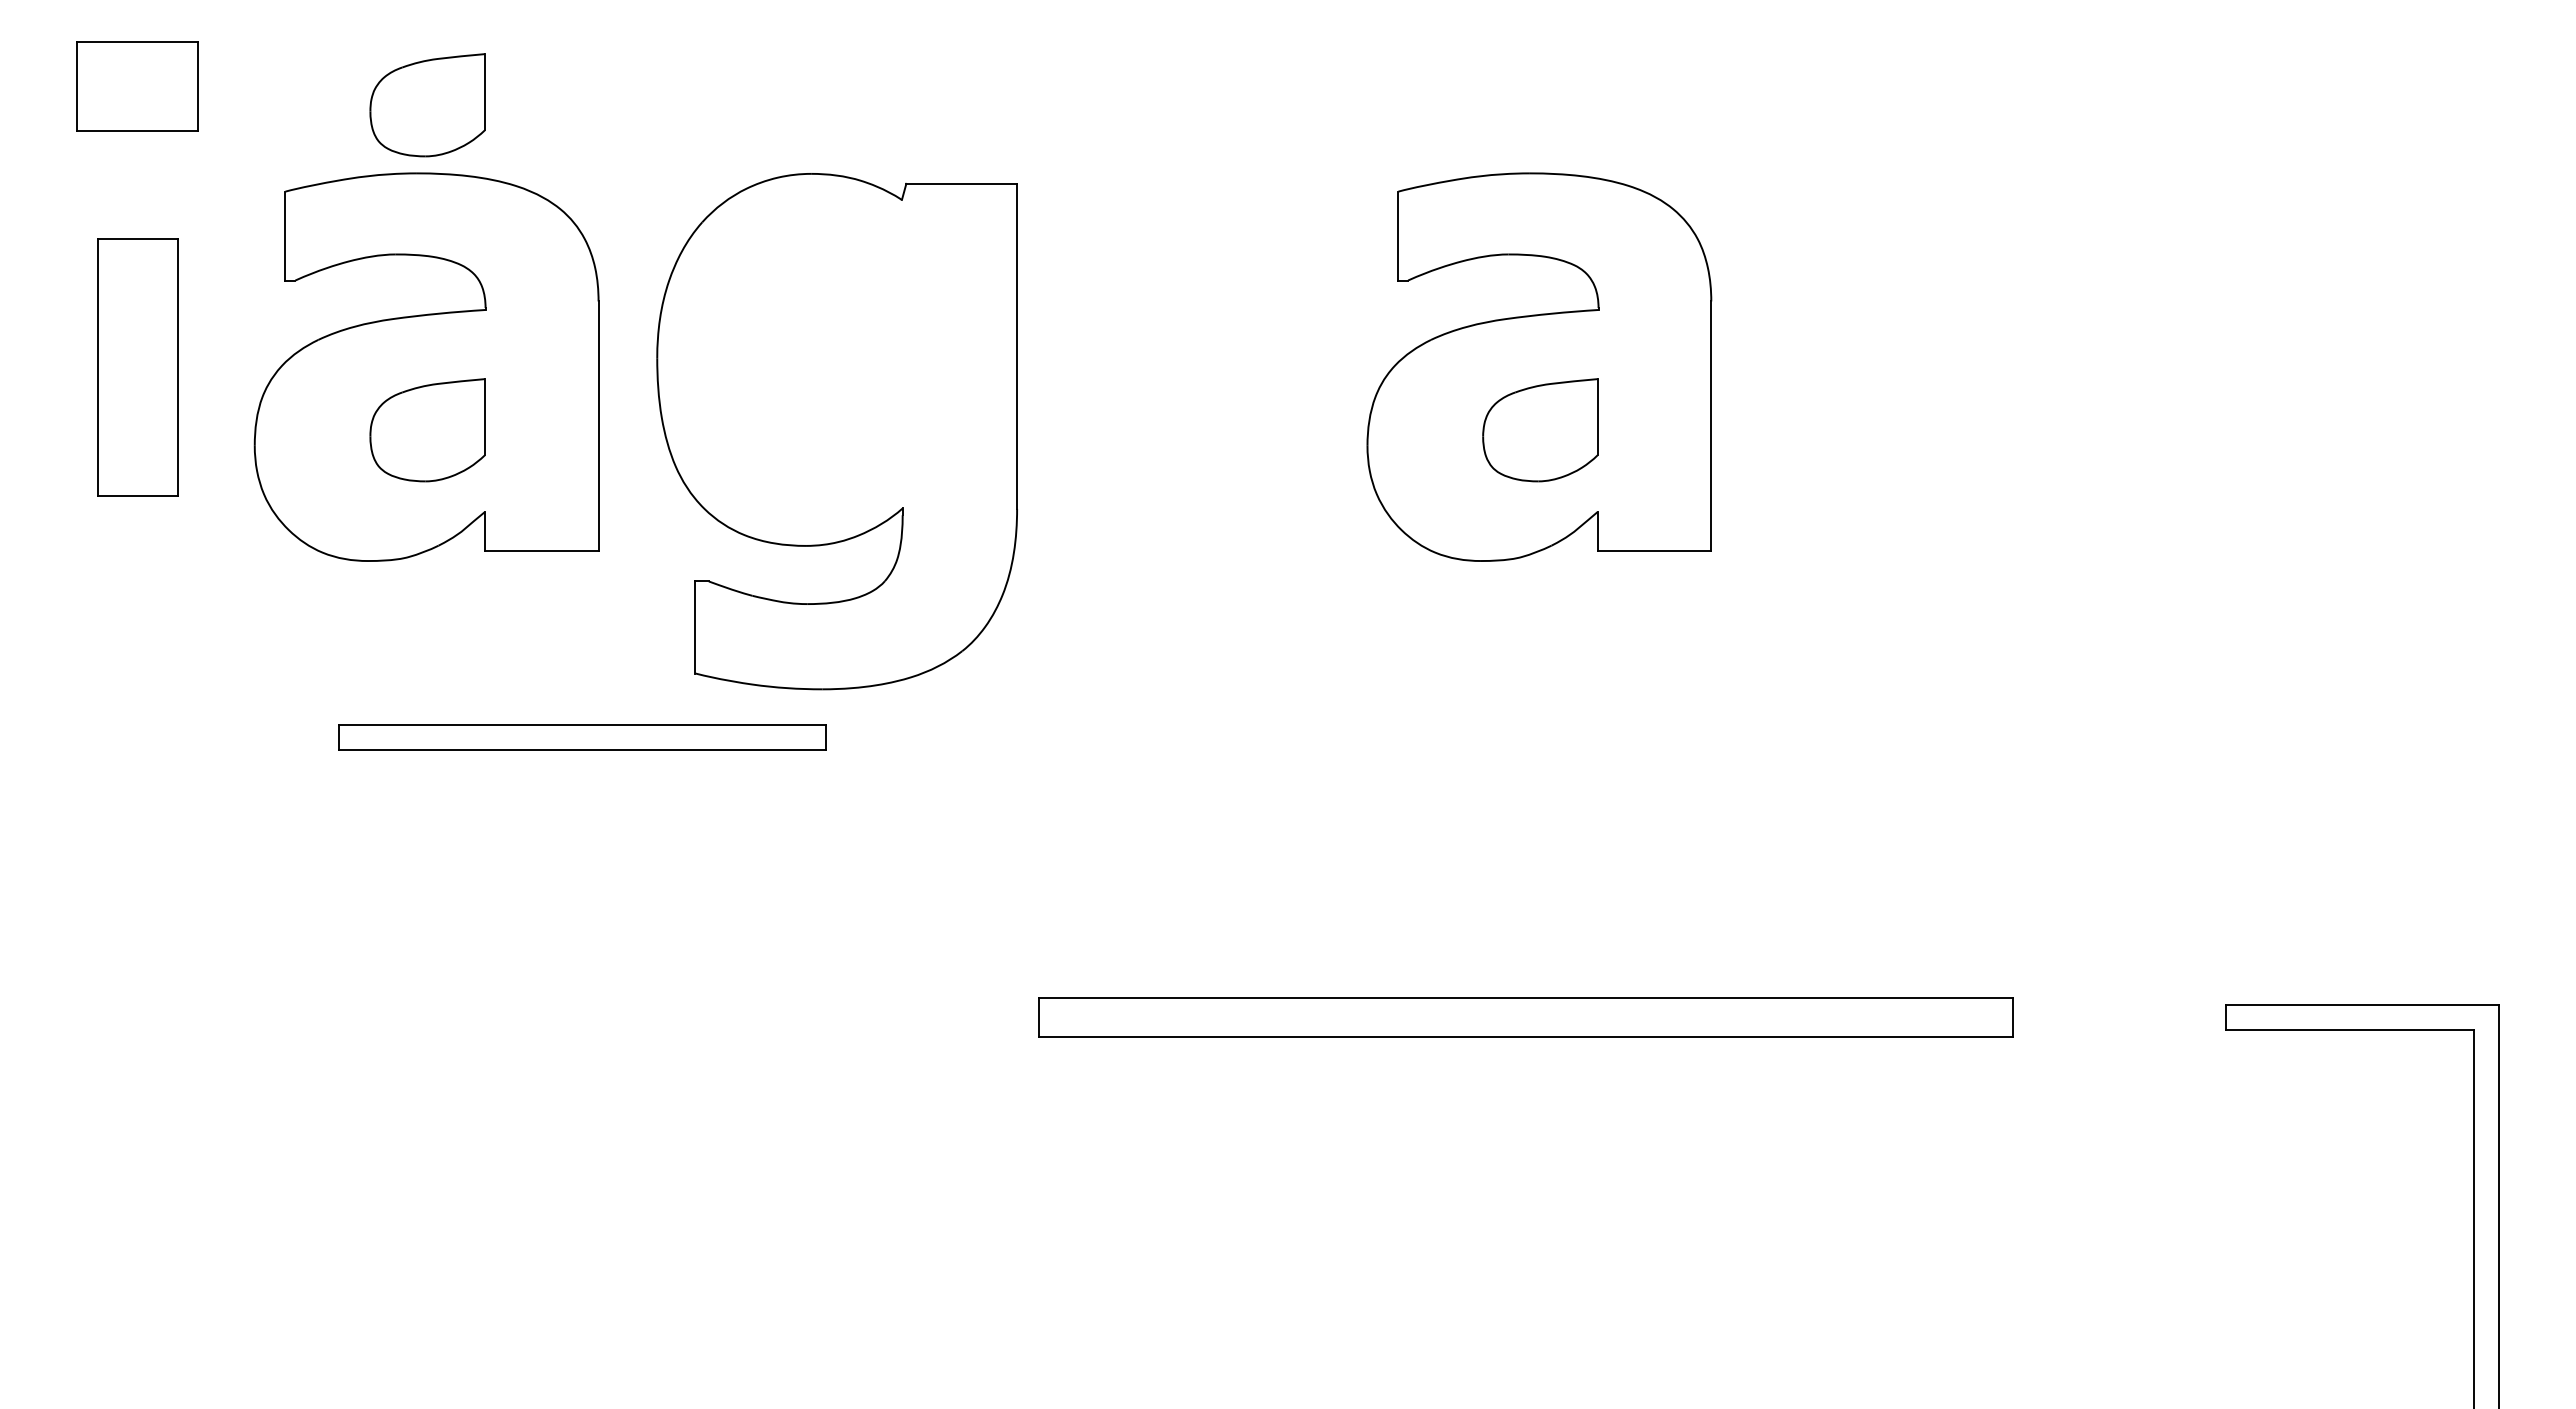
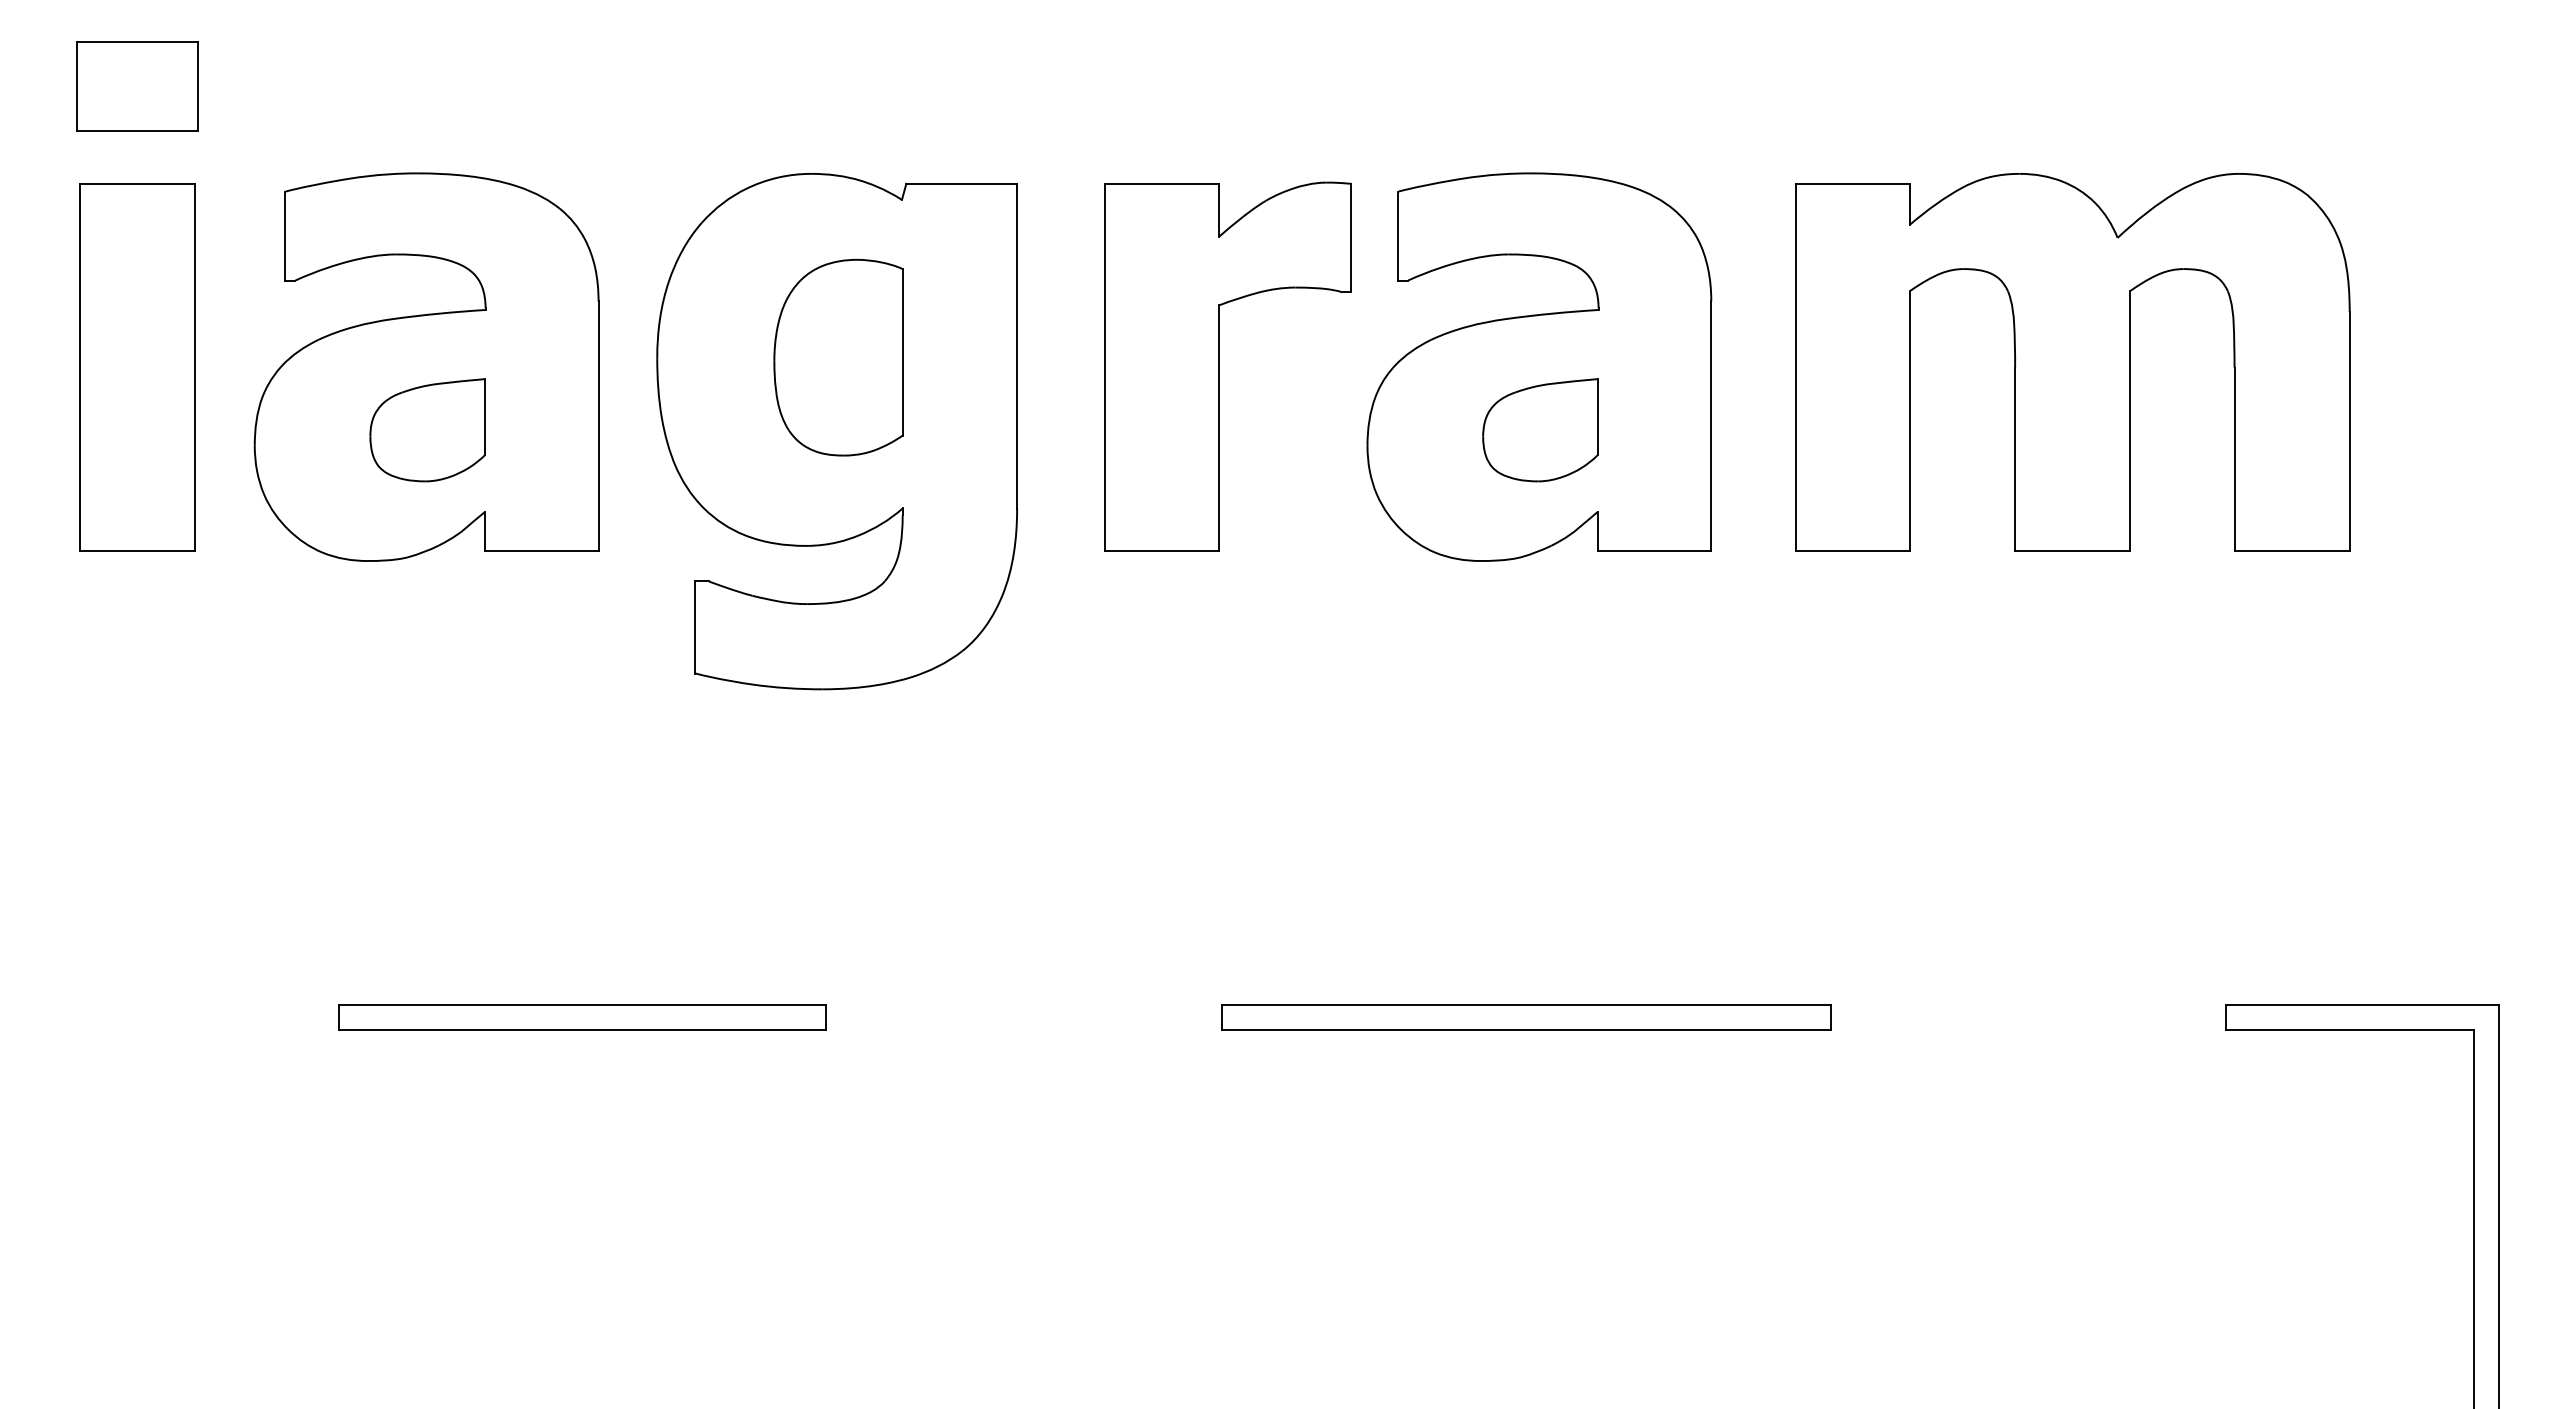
part at (427, 105): present -> none
part at (838, 357): none -> present
part at (2072, 362): none -> present
part at (1219, 366): none -> present
part at (137, 367) size: 82x259 px -> 117x369 px
part at (582, 737) position: (582, 737) -> (582, 1017)
part at (1525, 1017) size: 976x41 px -> 611x27 px
